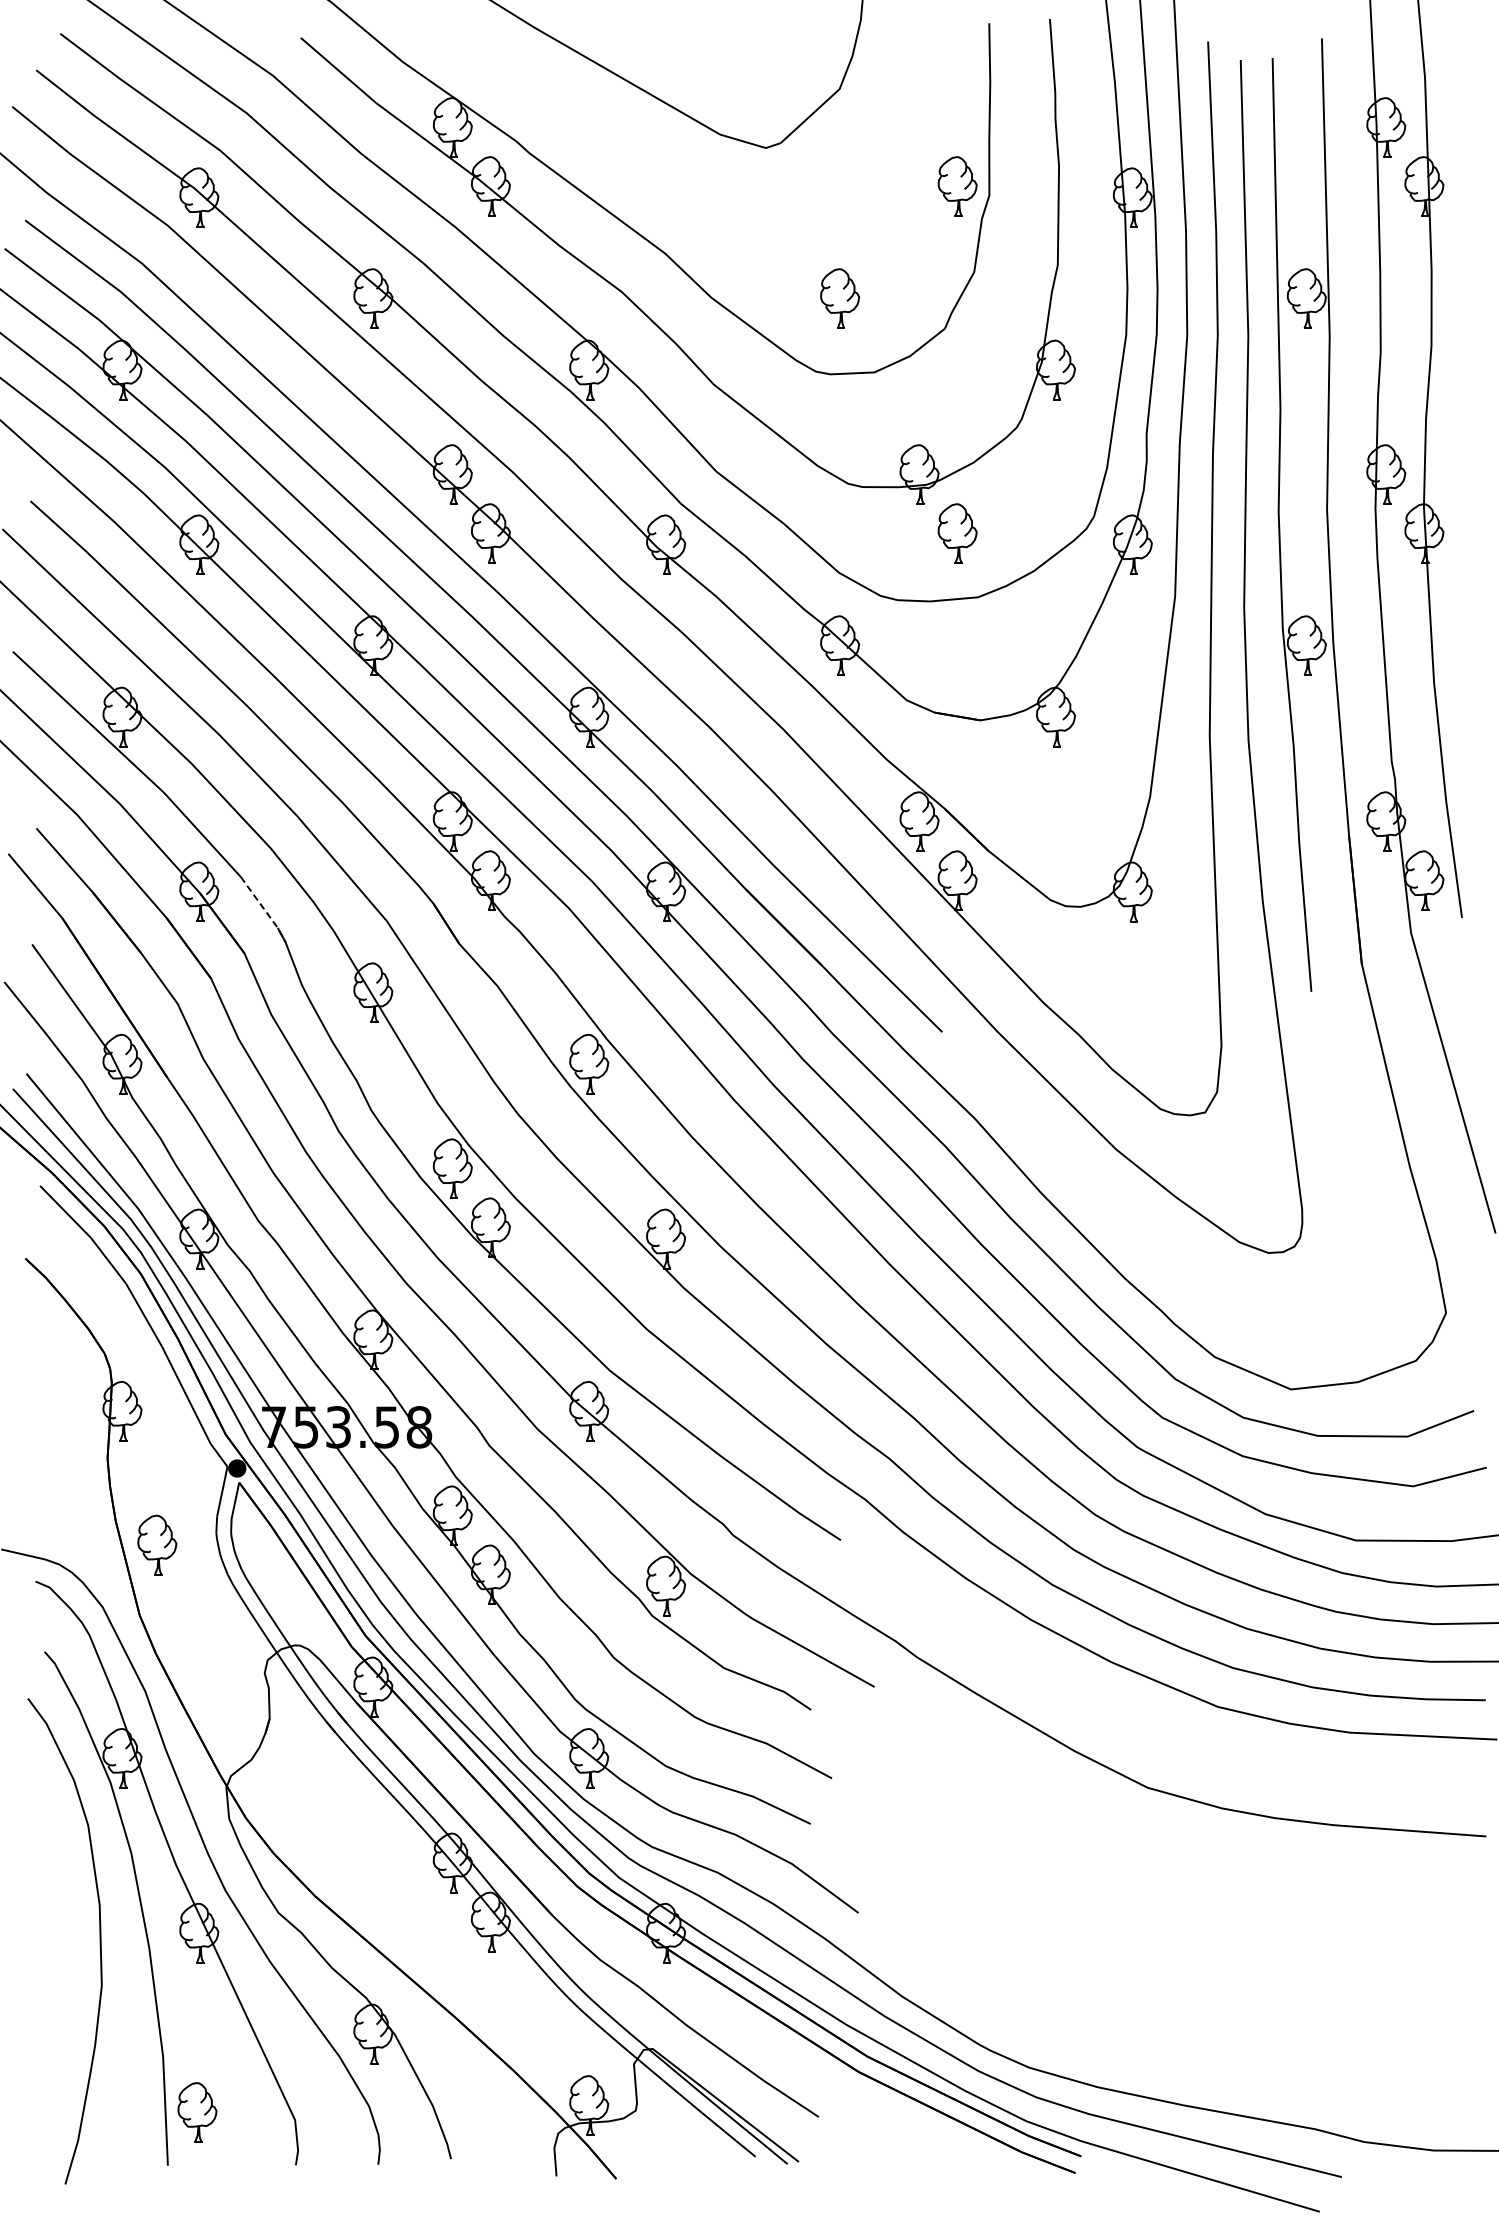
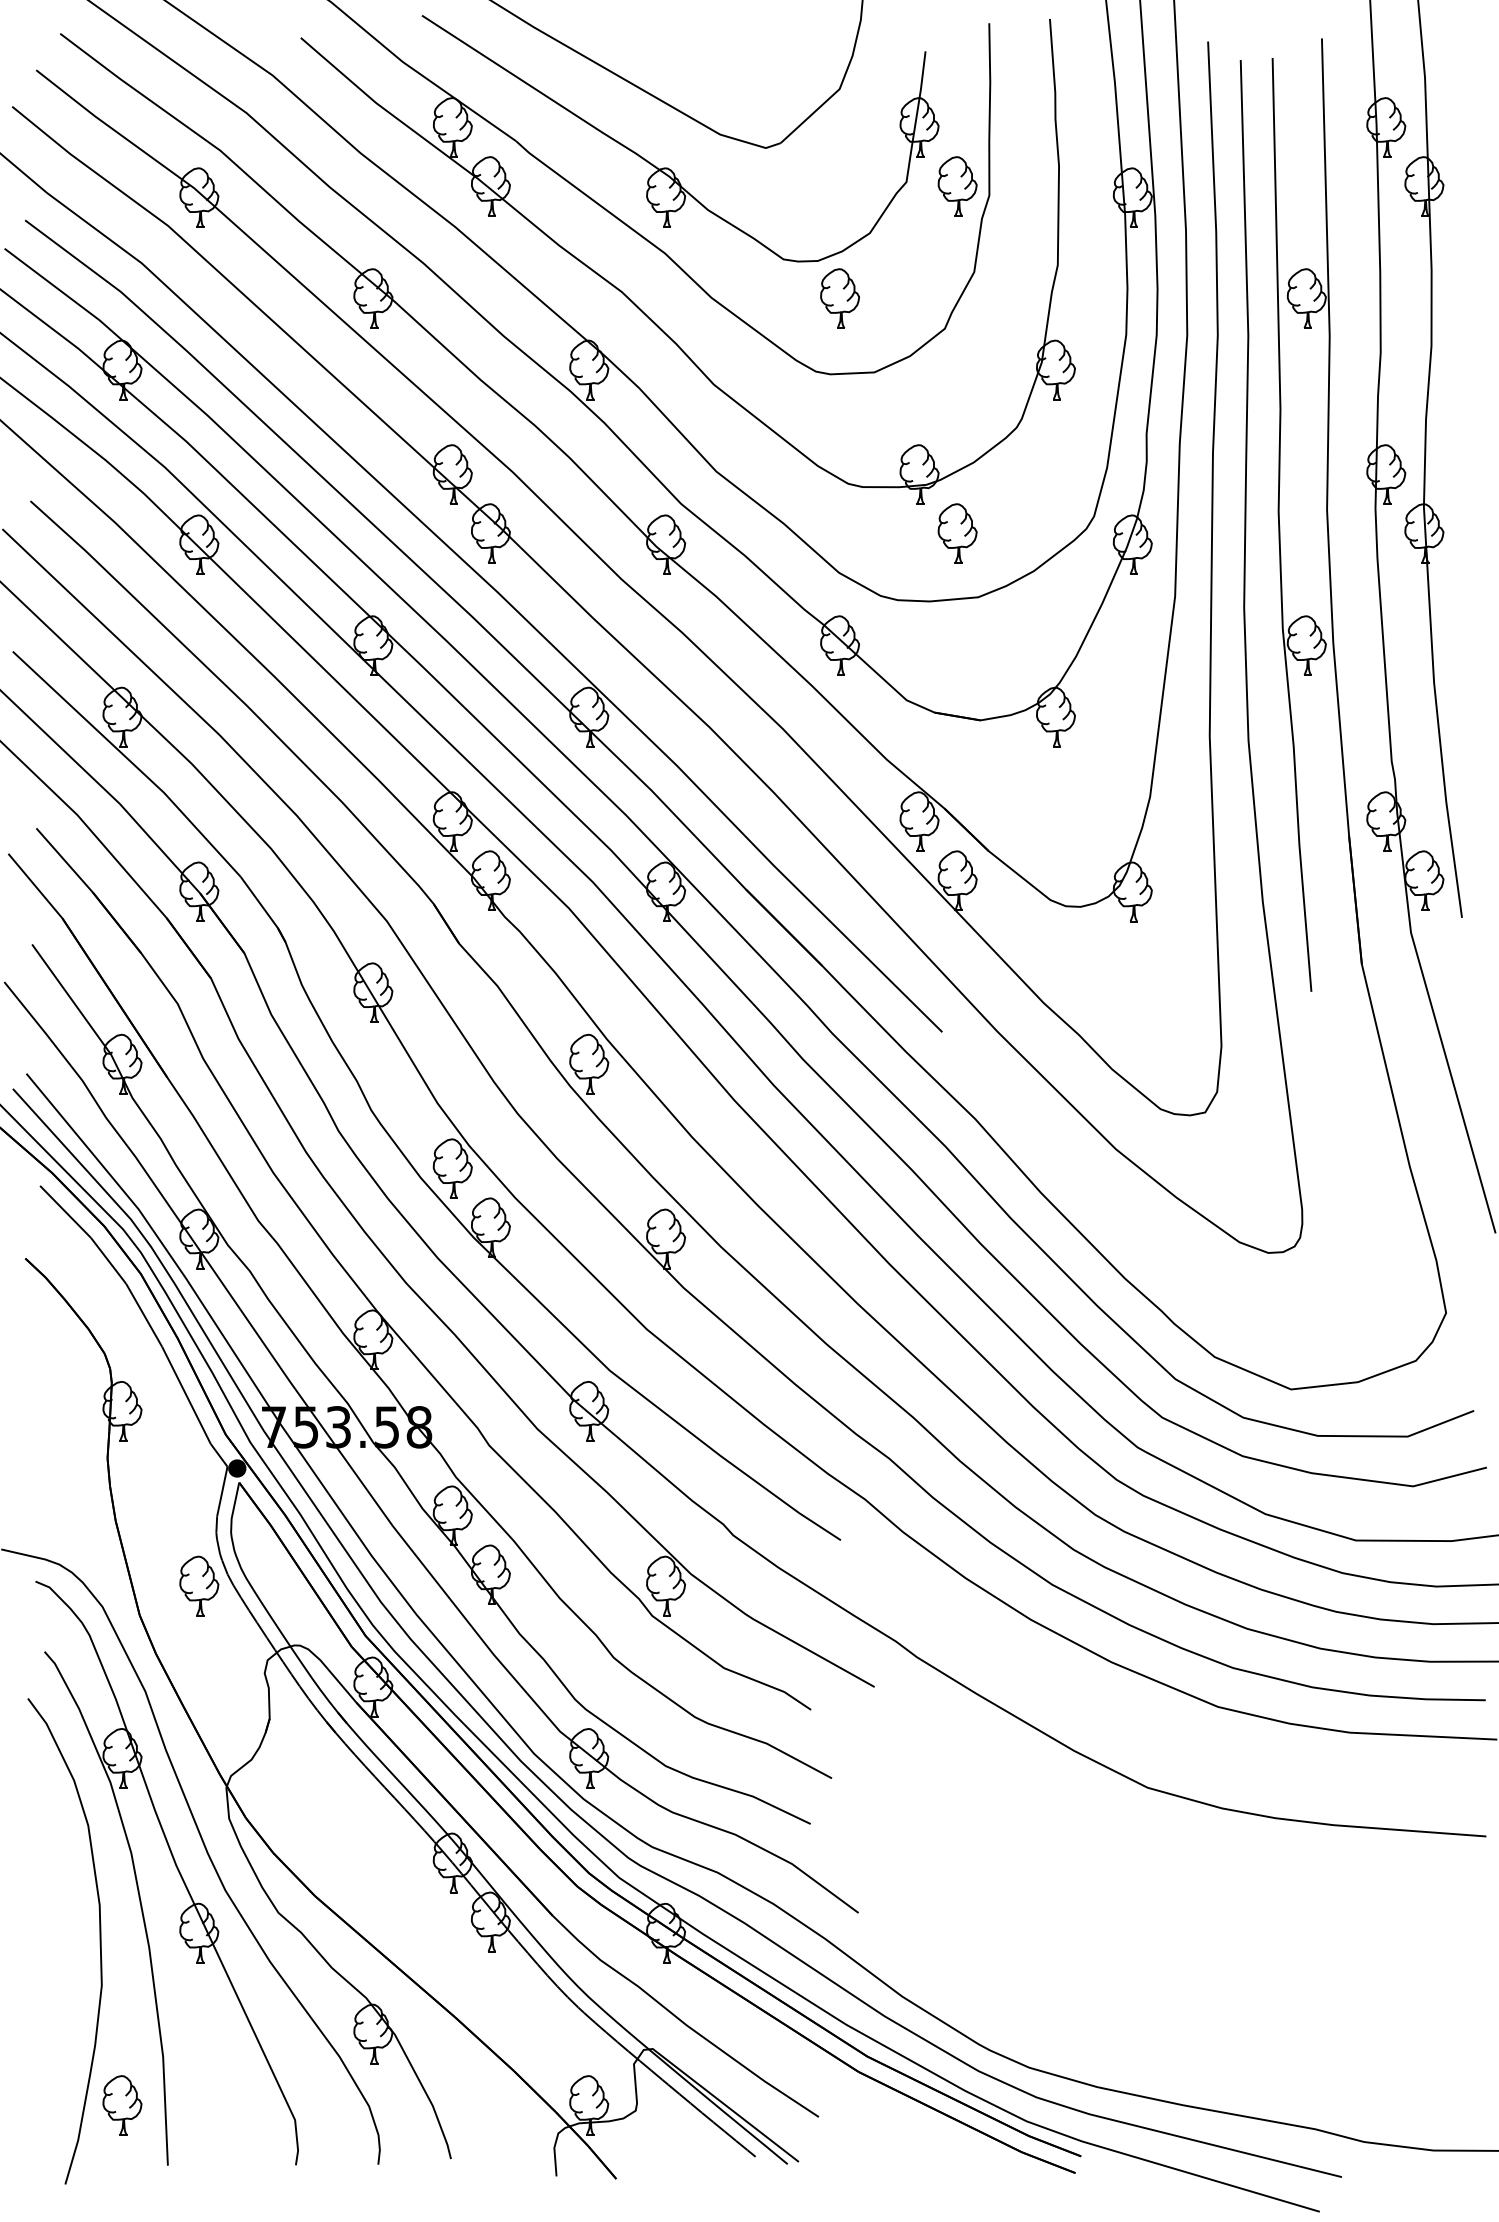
part at (667, 167): none -> present
line at (264, 909): dashed -> solid
part at (157, 1544) position: (157, 1544) -> (199, 1585)
part at (197, 2112) position: (197, 2112) -> (122, 2105)
